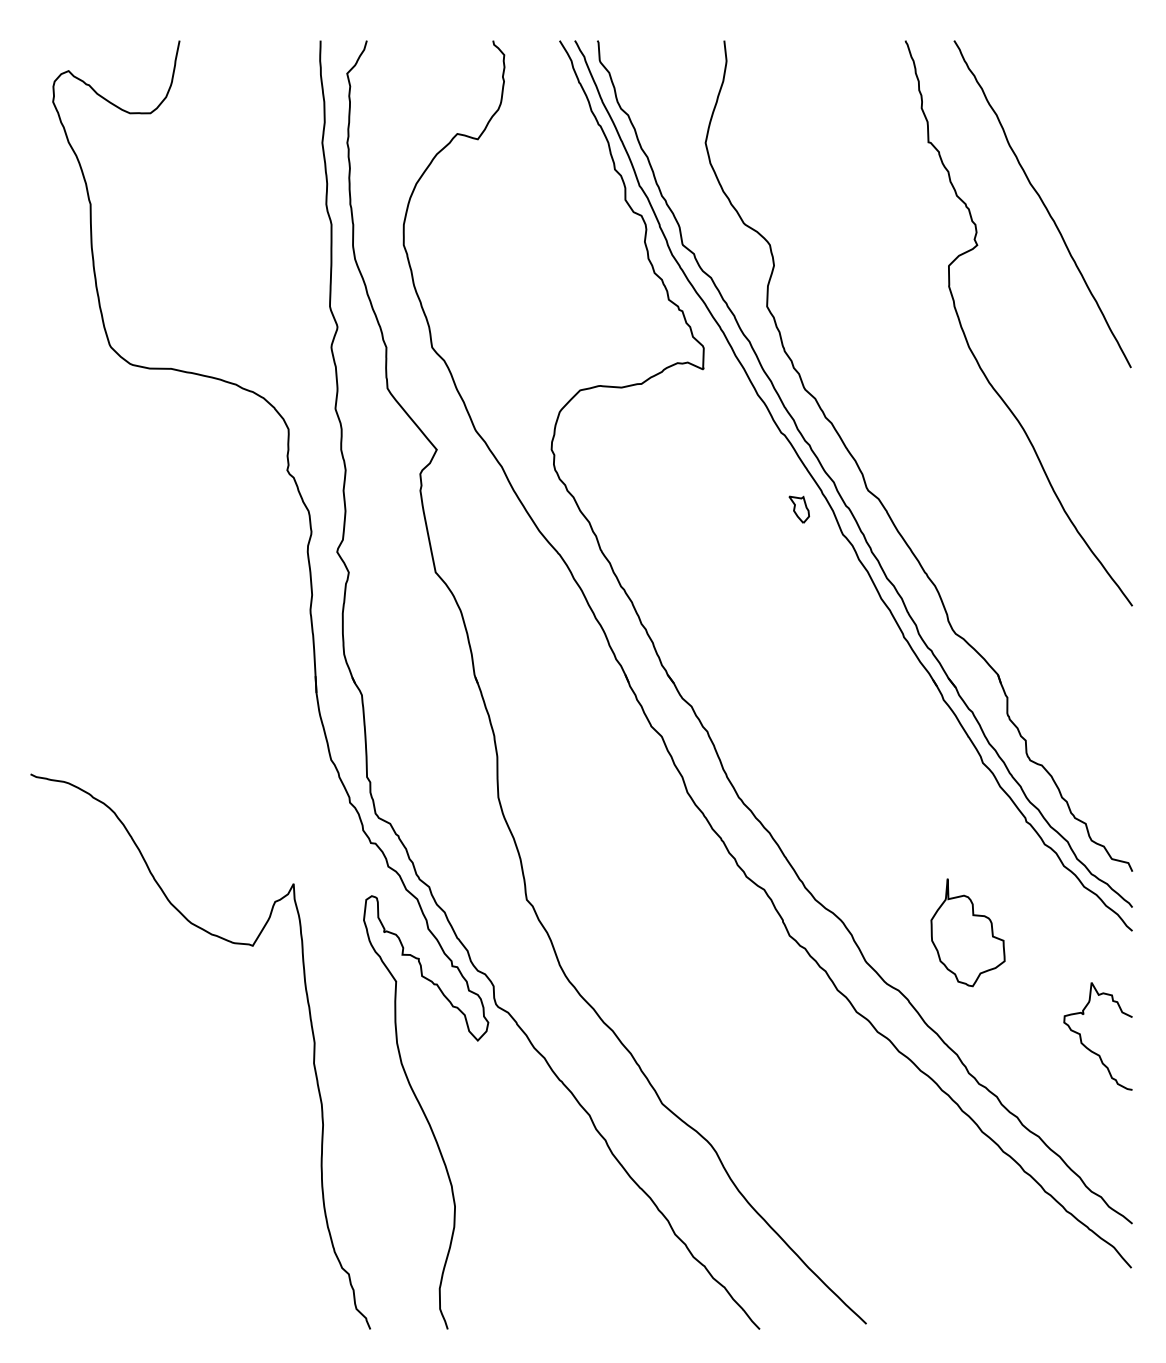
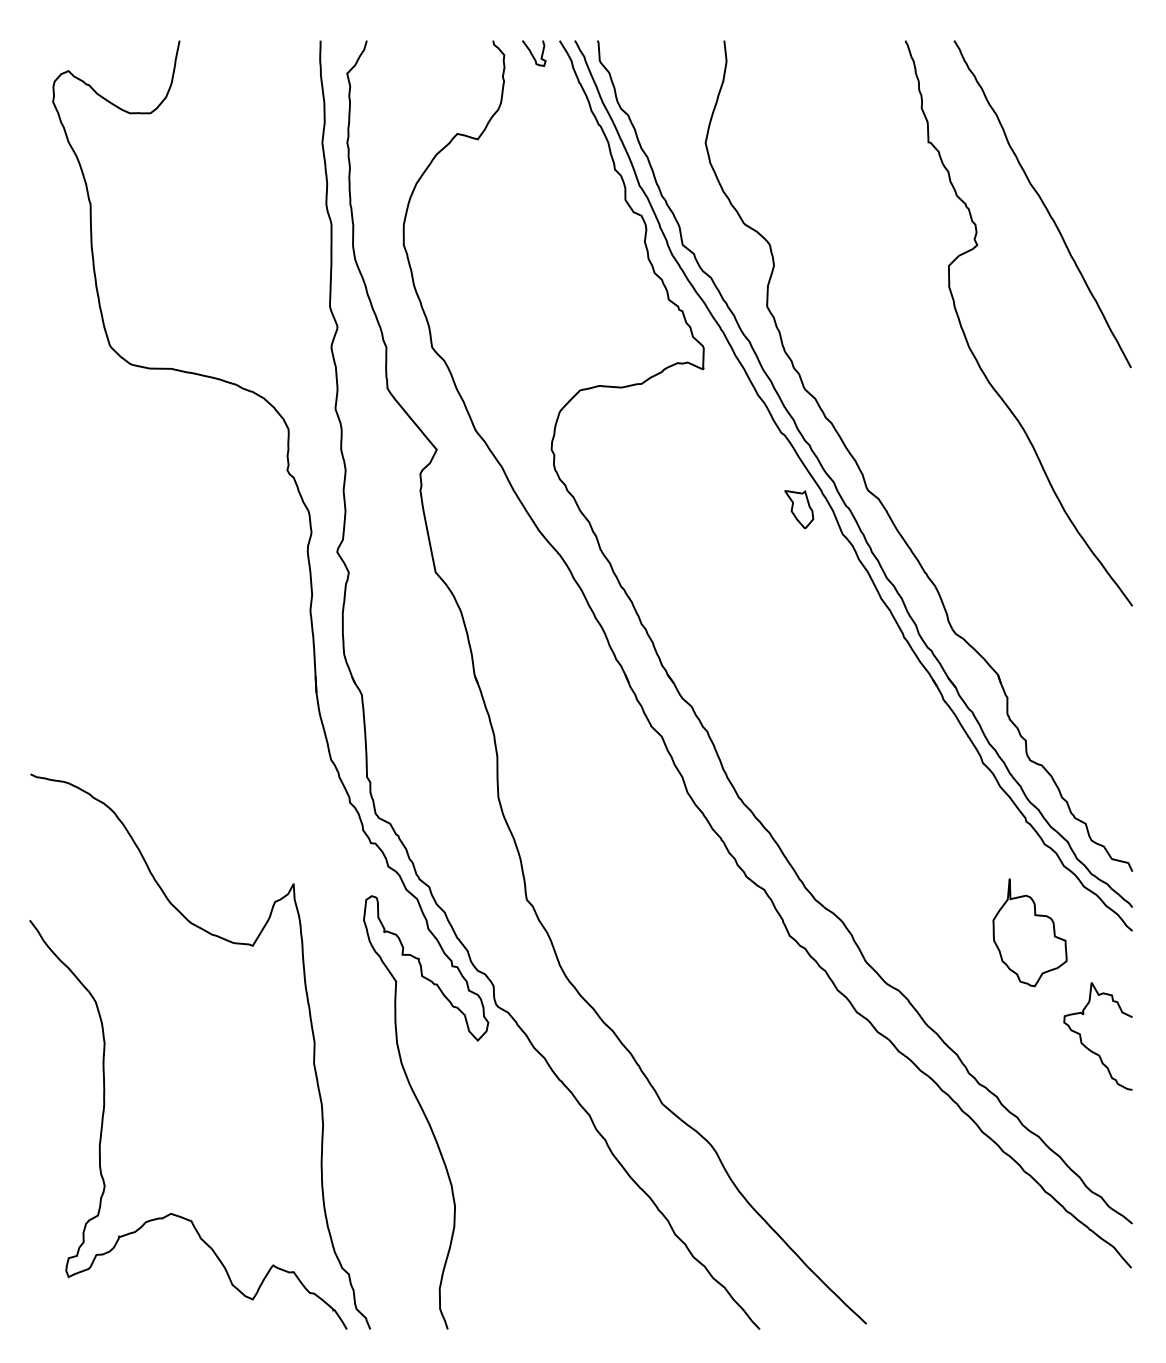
curve at (532, 53): none -> present
part at (799, 509) size: 23x29 px -> 31x40 px
part at (967, 932) position: (967, 932) -> (1029, 932)
curve at (104, 1114): none -> present
